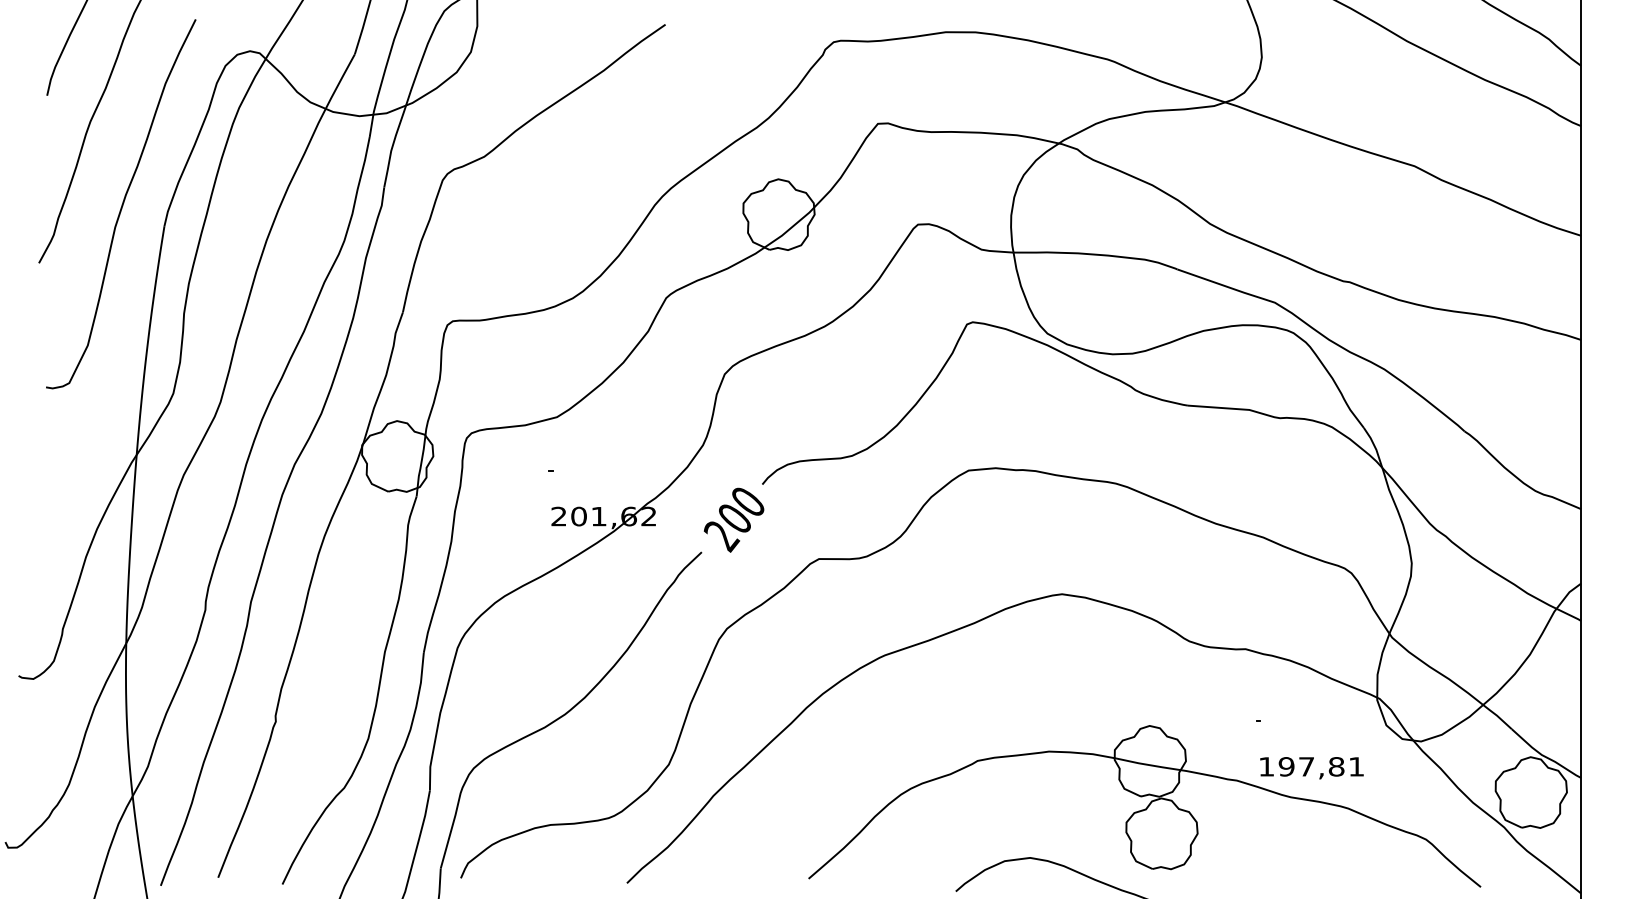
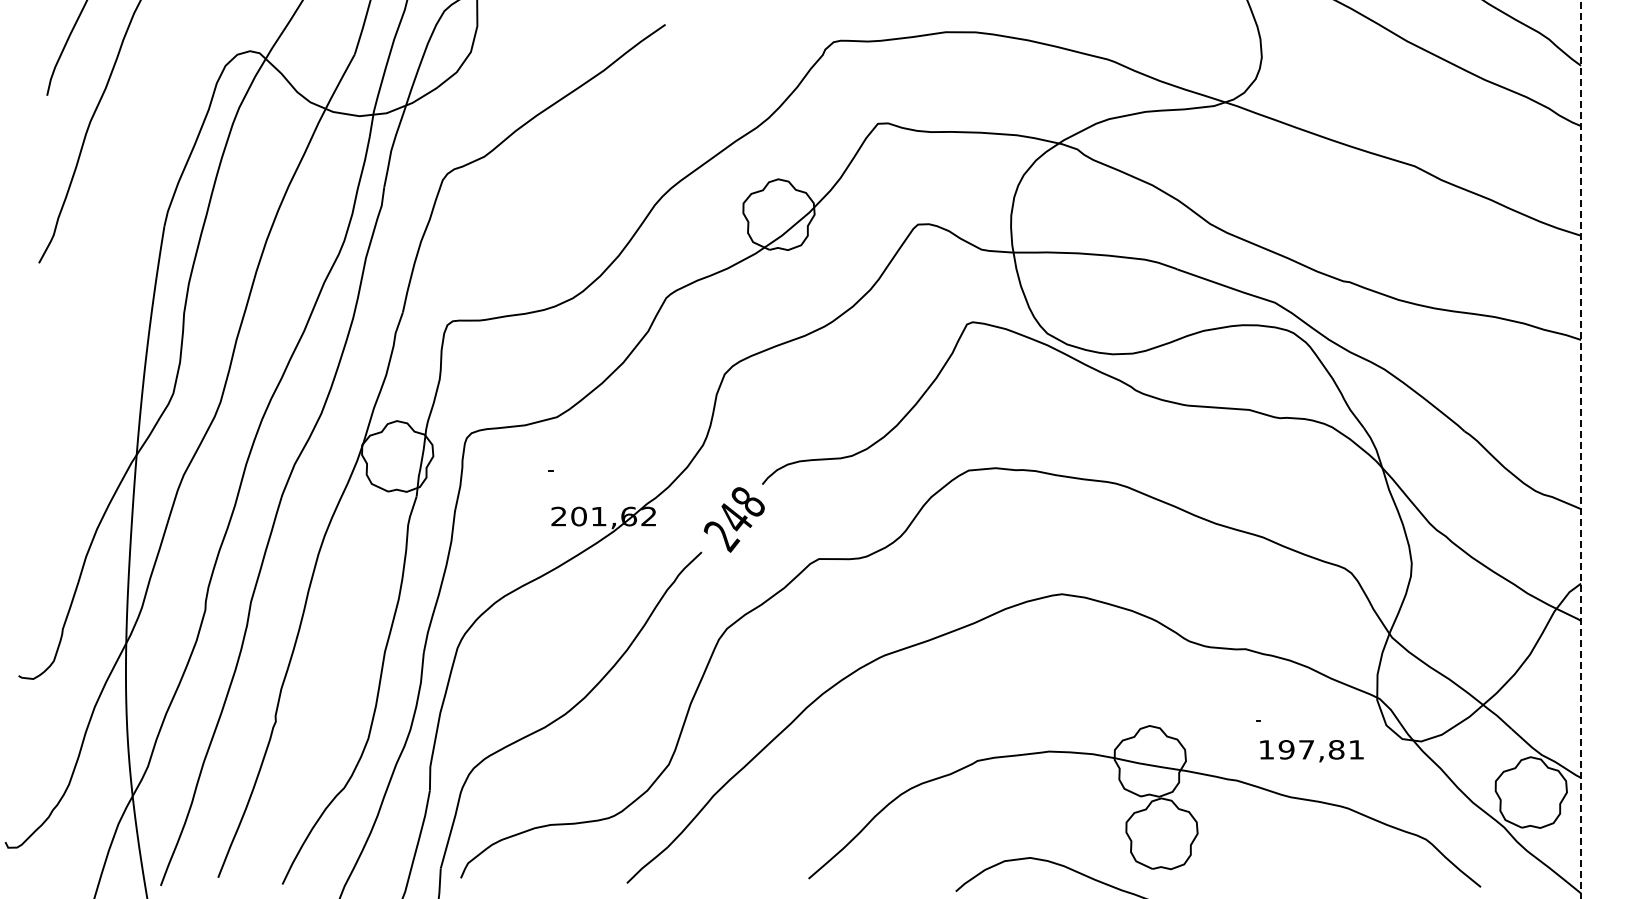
curve at (121, 204): present -> none
line at (1581, 449): solid -> dashed
text at (741, 509): 200 -> 248
text at (1311, 768) position: (1311, 768) -> (1311, 751)
